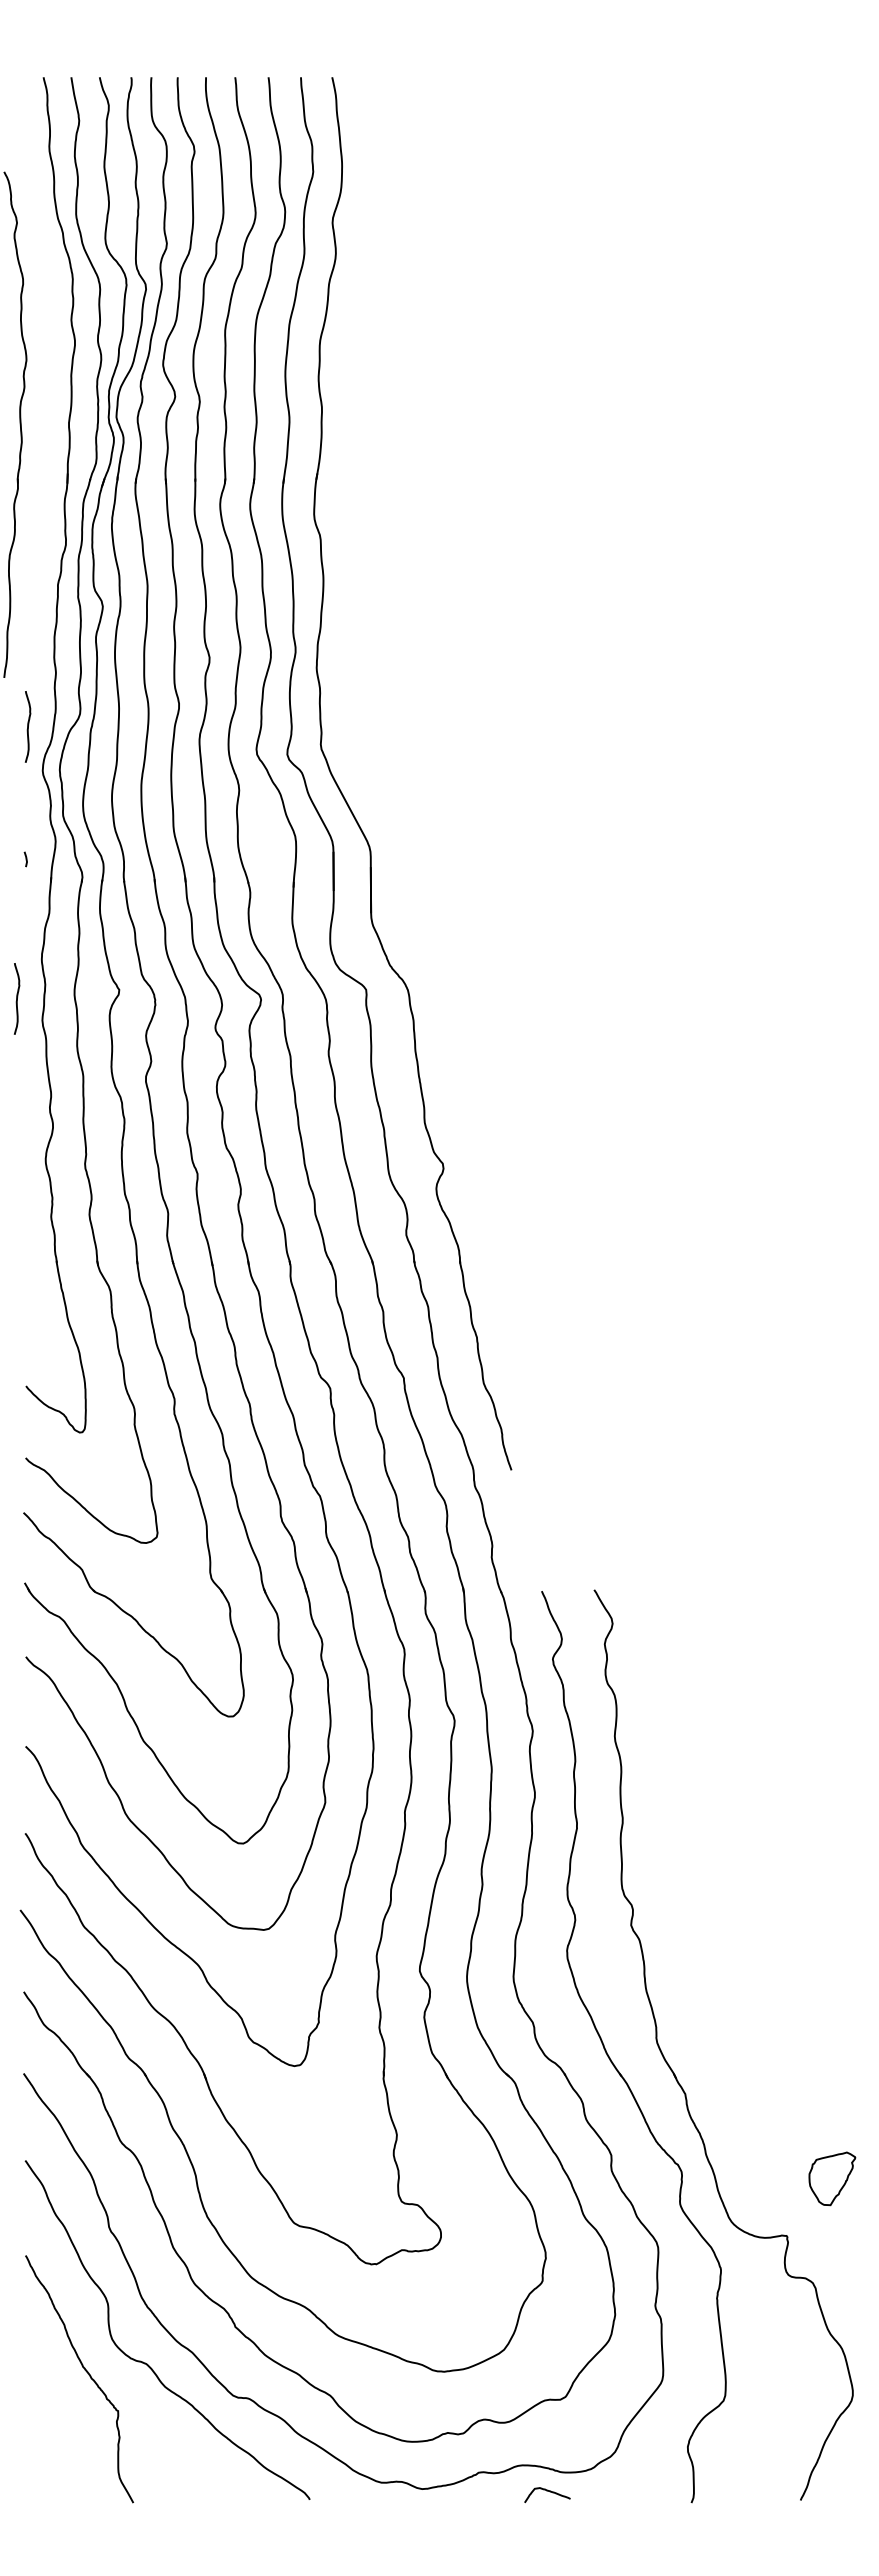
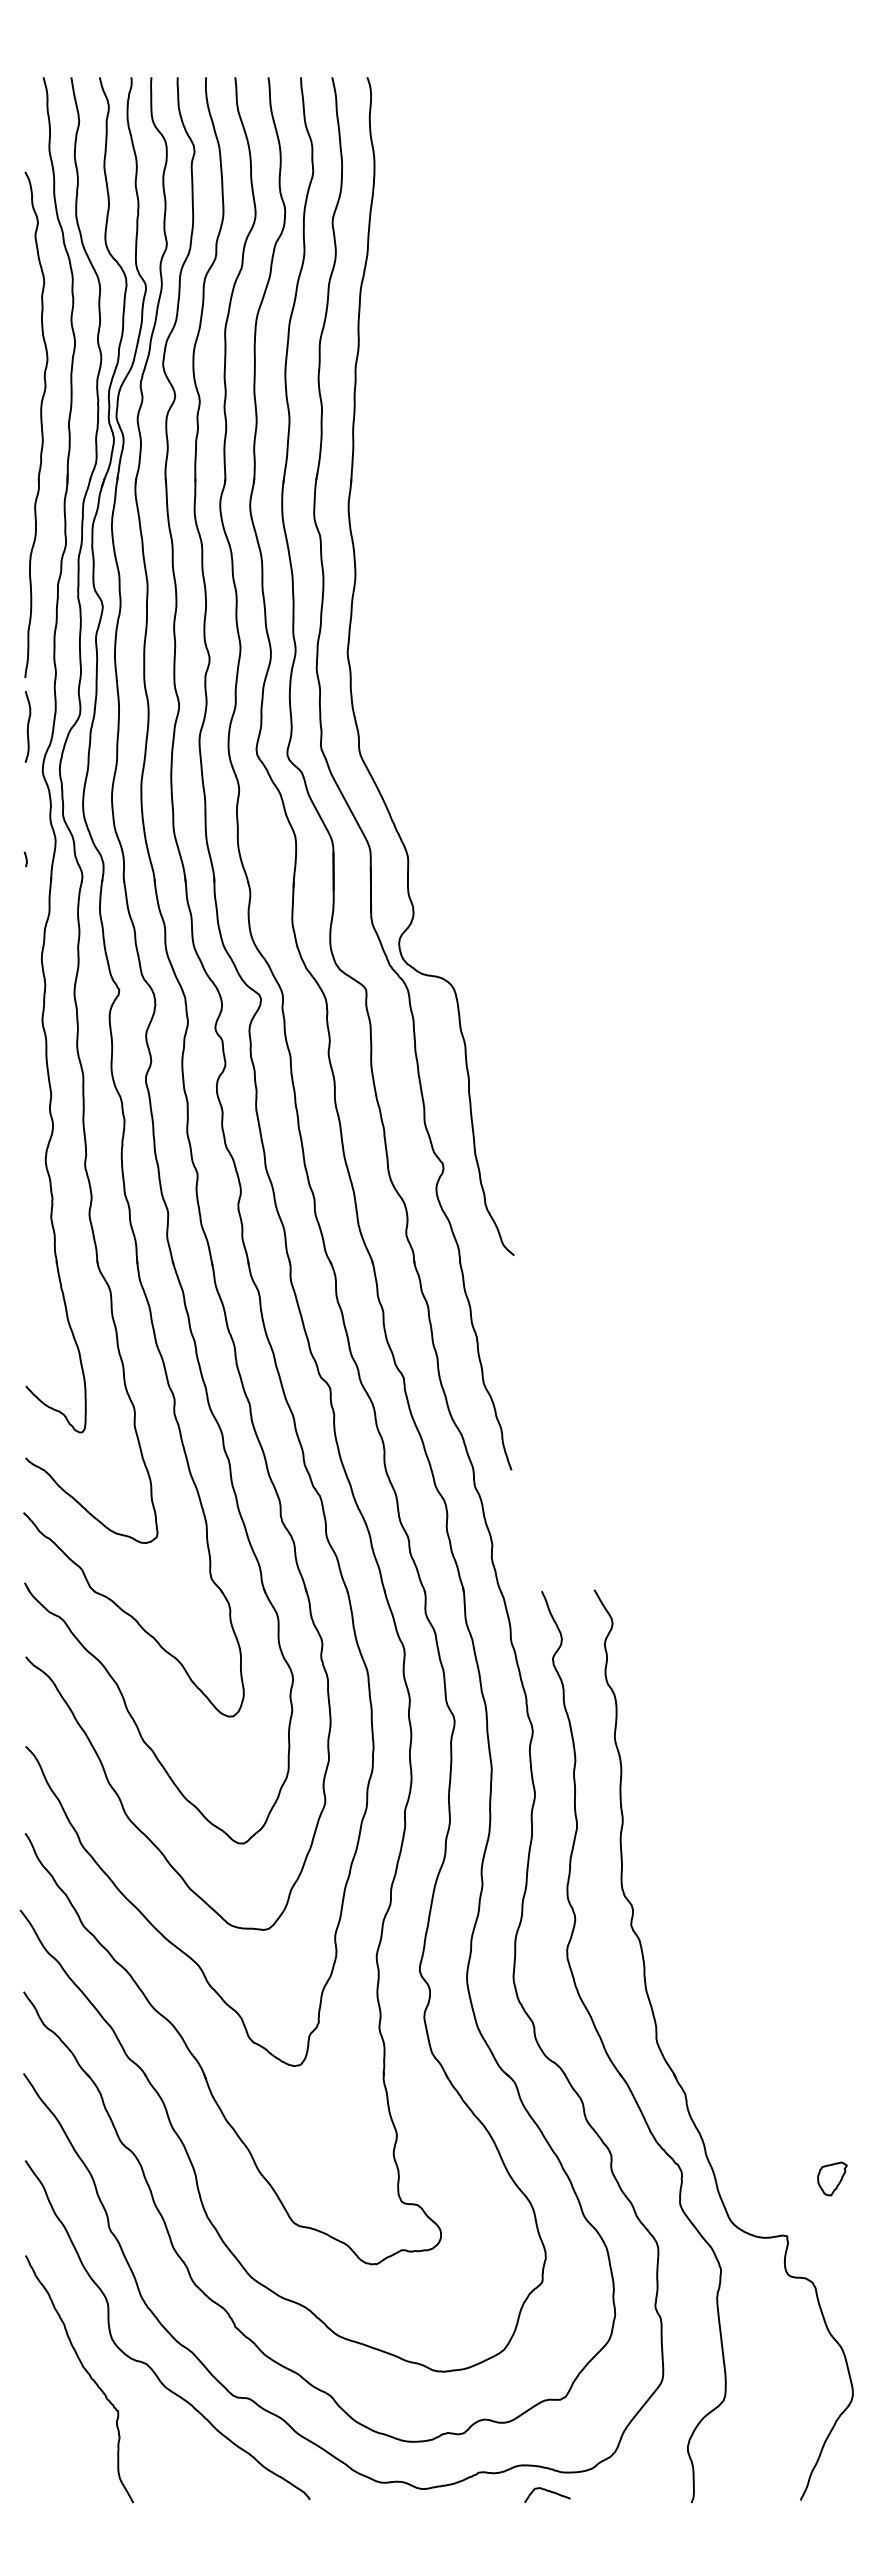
part at (15, 424) position: (15, 424) -> (36, 424)
part at (351, 669): none -> present
curve at (16, 998): present -> none
part at (832, 2178) size: 49x56 px -> 31x36 px
